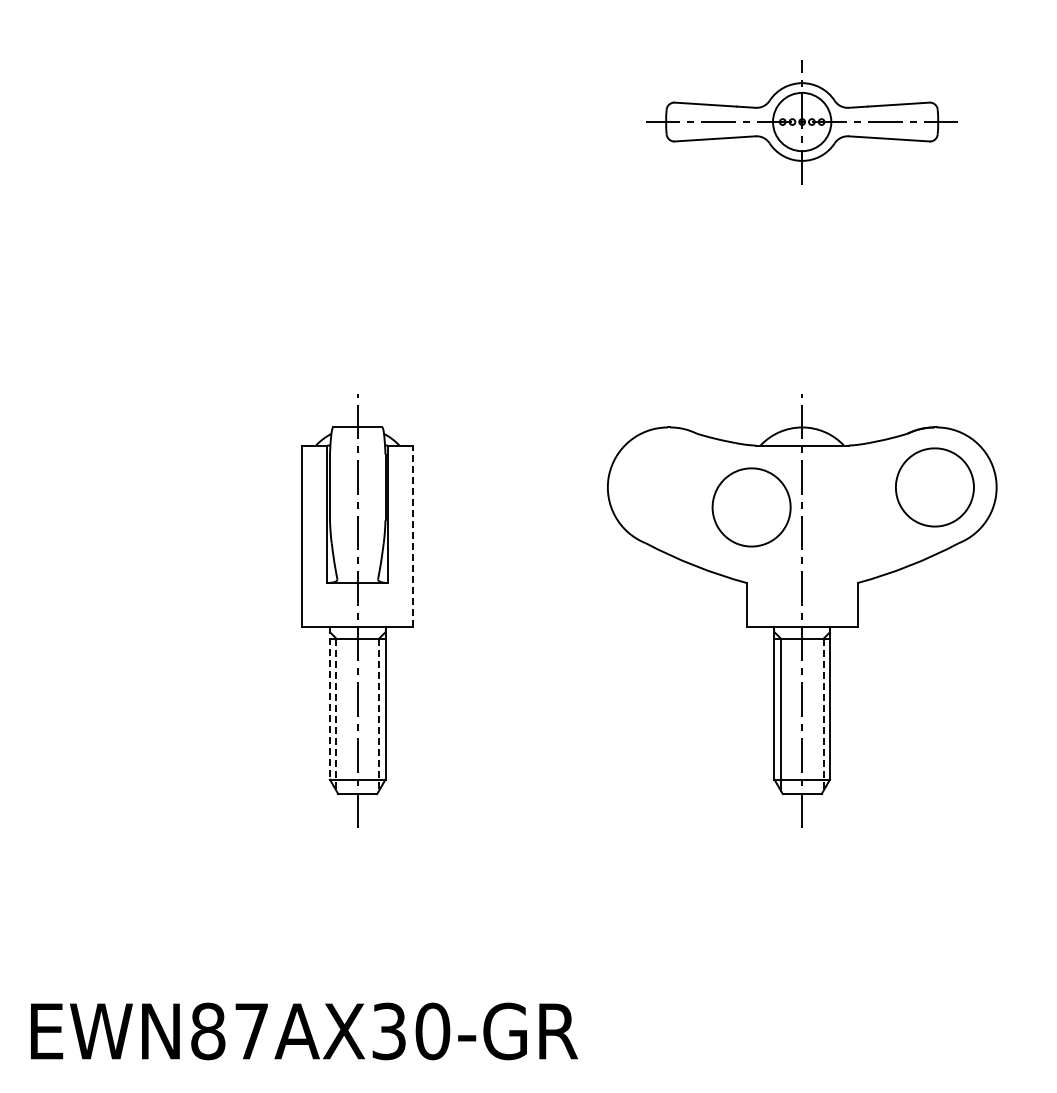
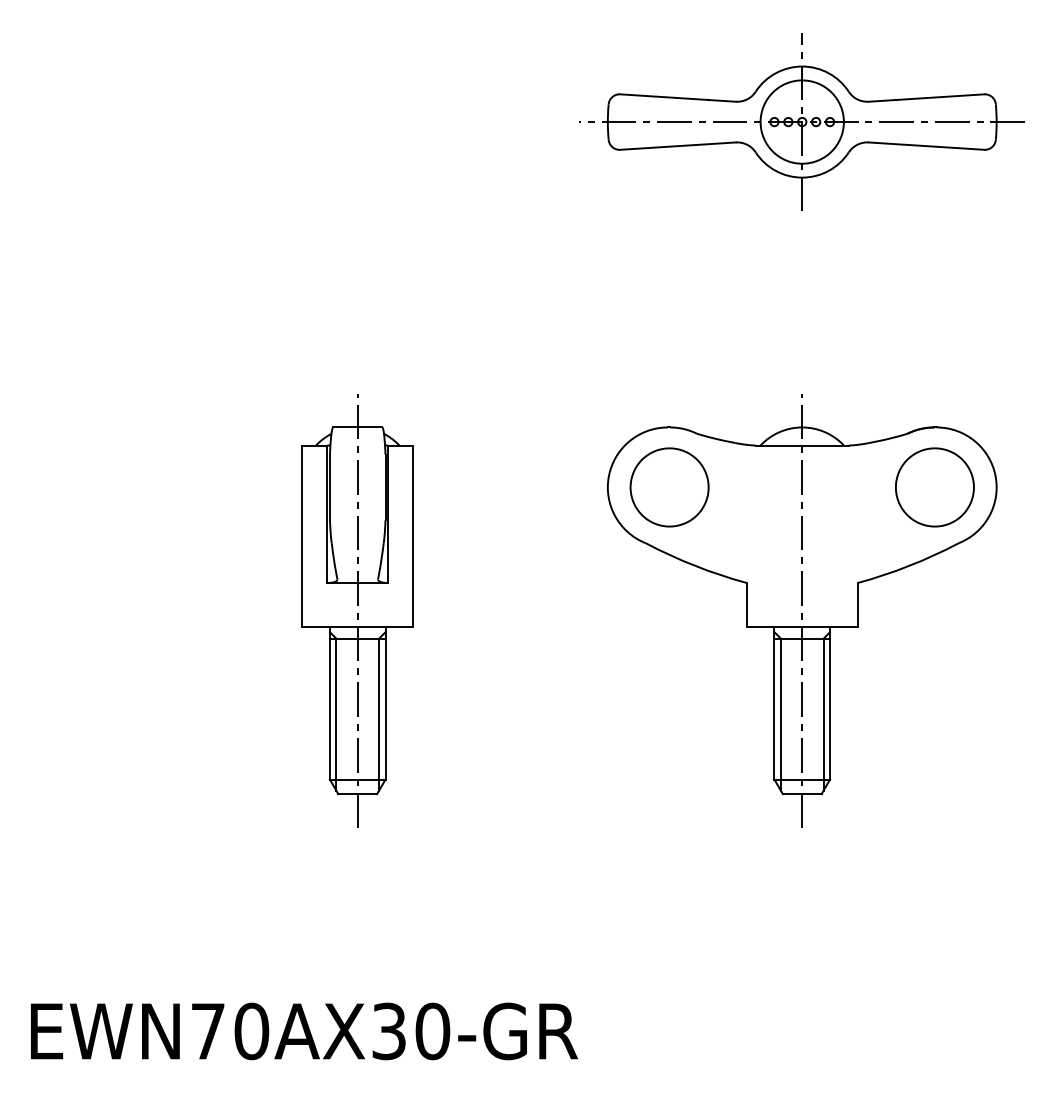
part at (801, 122) size: 312x125 px -> 446x178 px
part at (751, 507) position: (751, 507) -> (669, 487)
line at (413, 536): dashed -> solid
line at (329, 704): dashed -> solid
line at (336, 715): dashed -> solid
line at (379, 715): dashed -> solid
line at (823, 715): dashed -> solid
text at (230, 1031): EWN87AX30-GR -> EWN70AX30-GR
